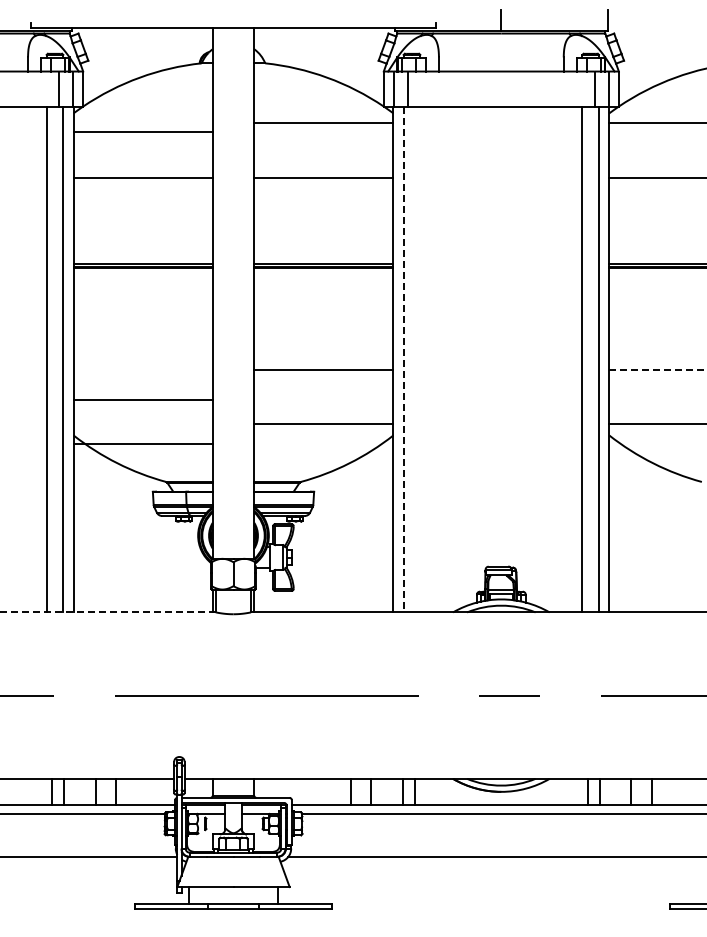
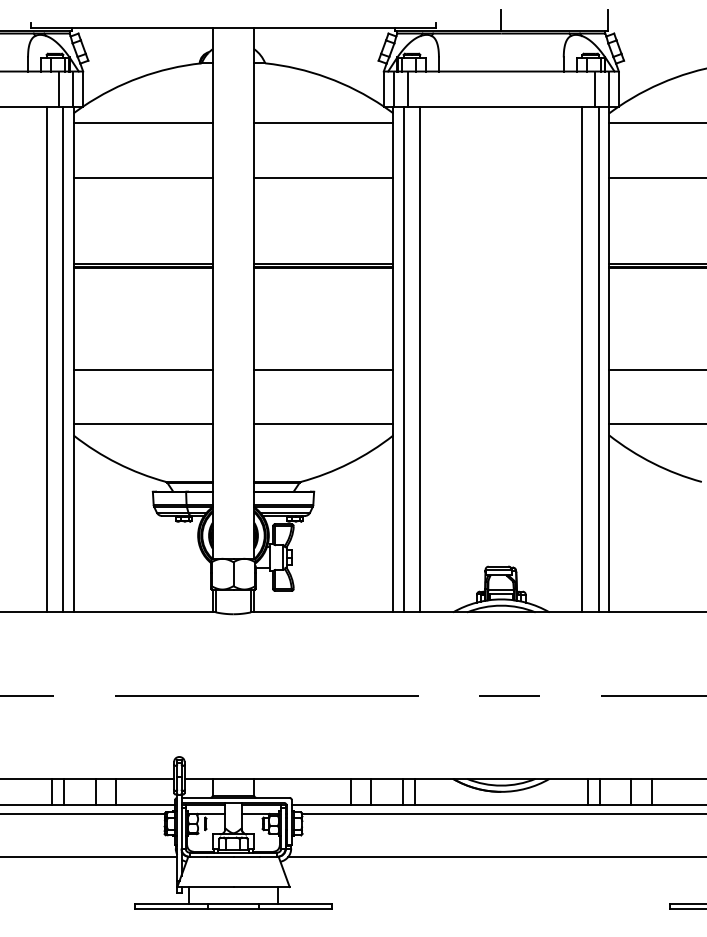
line at (142, 131) position: (142, 131) -> (142, 122)
line at (403, 359): dashed -> solid
line at (420, 359): none -> present
line at (658, 369): dashed -> solid
line at (142, 399) position: (142, 399) -> (142, 369)
line at (142, 443) position: (142, 443) -> (142, 423)
line at (108, 612): dashed -> solid
